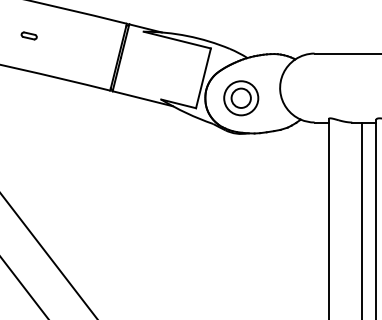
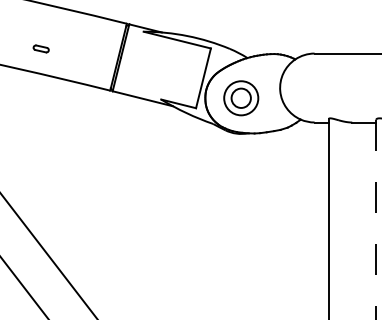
part at (28, 35) position: (28, 35) -> (40, 48)
line at (361, 219): present -> none
line at (376, 219): solid -> dashed
